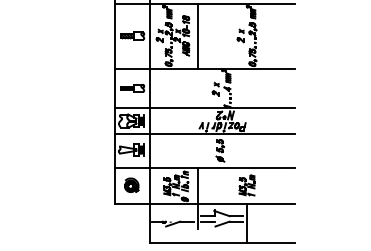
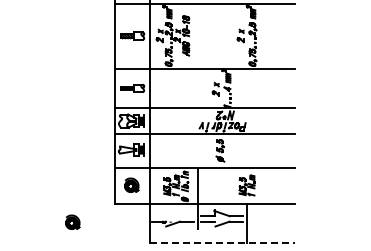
line at (198, 36): present -> none
part at (72, 221): none -> present
line at (222, 243): solid -> dashed
